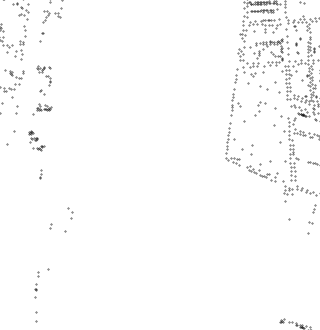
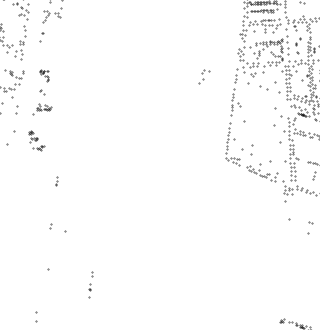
part at (43, 75) size: 16x22 px -> 11x14 px
part at (260, 108) position: (260, 108) -> (204, 76)
part at (40, 174) position: (40, 174) -> (56, 181)
part at (314, 208) position: (314, 208) -> (314, 175)
part at (70, 213): present -> none
part at (36, 284) position: (36, 284) -> (90, 284)
